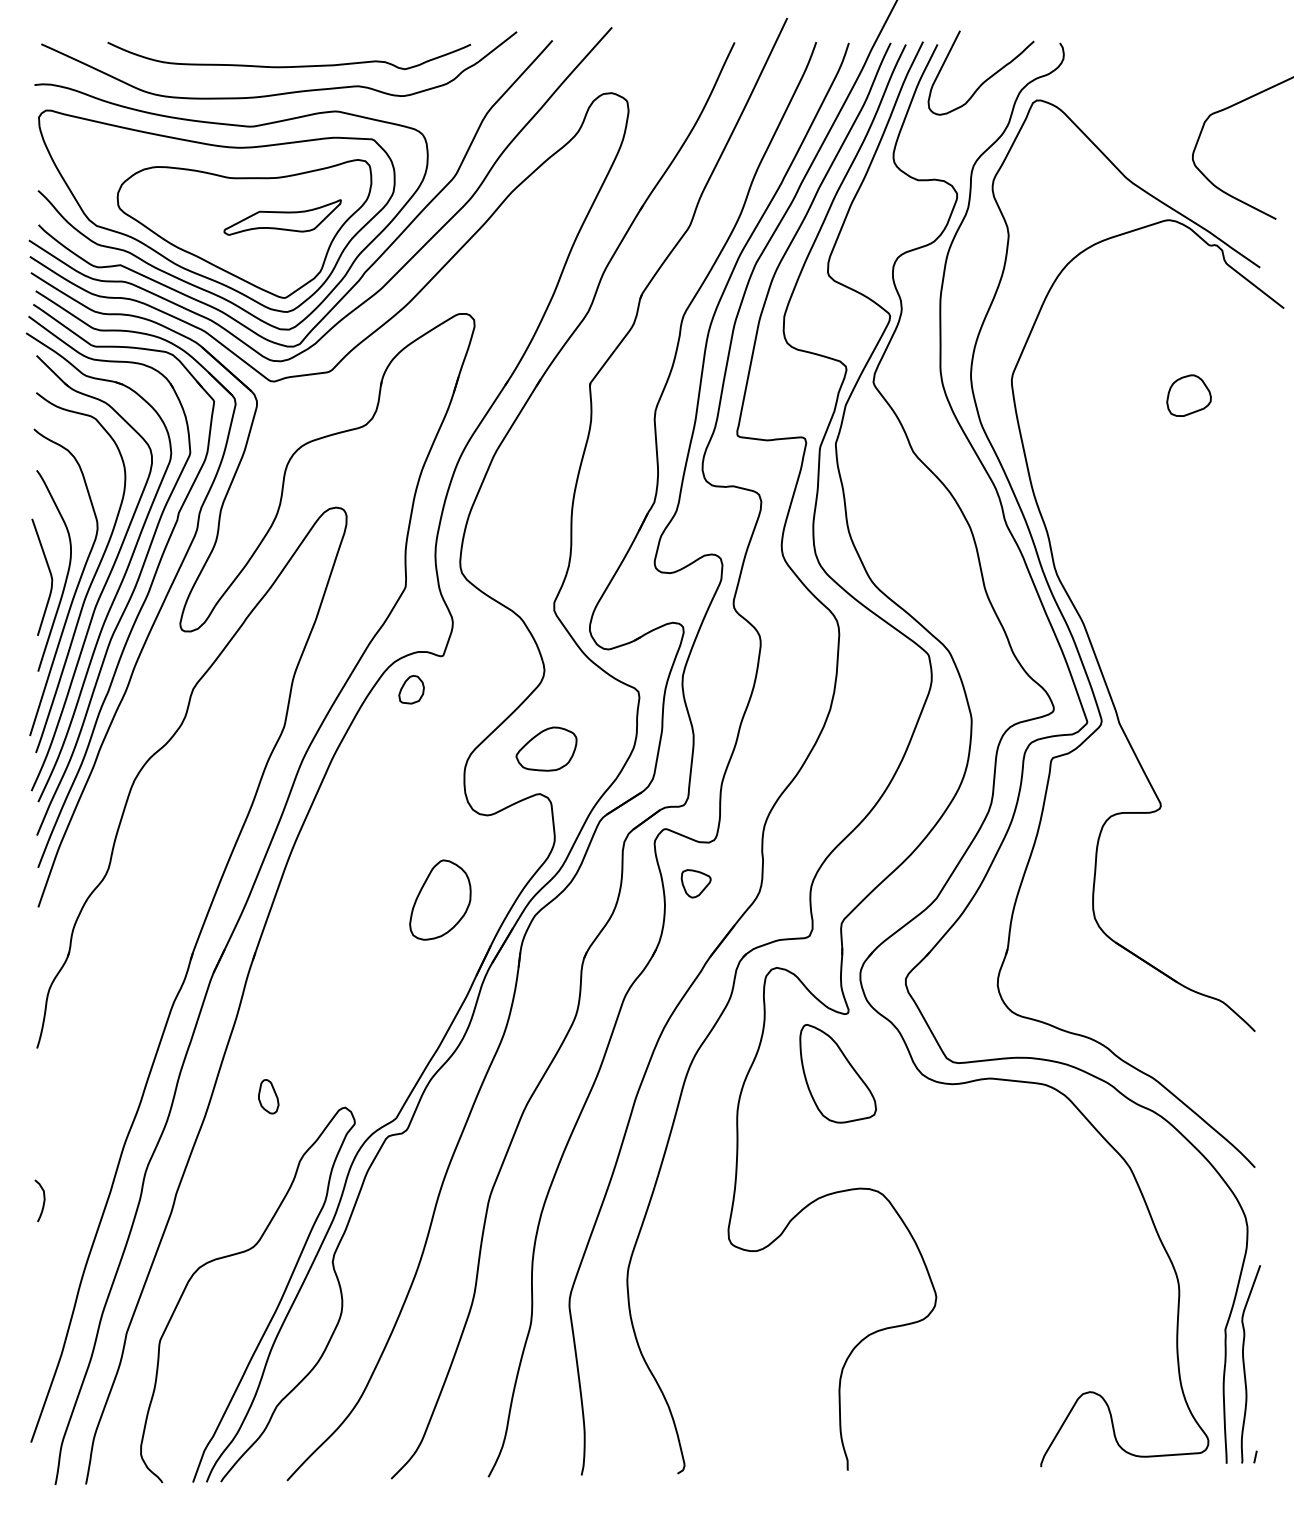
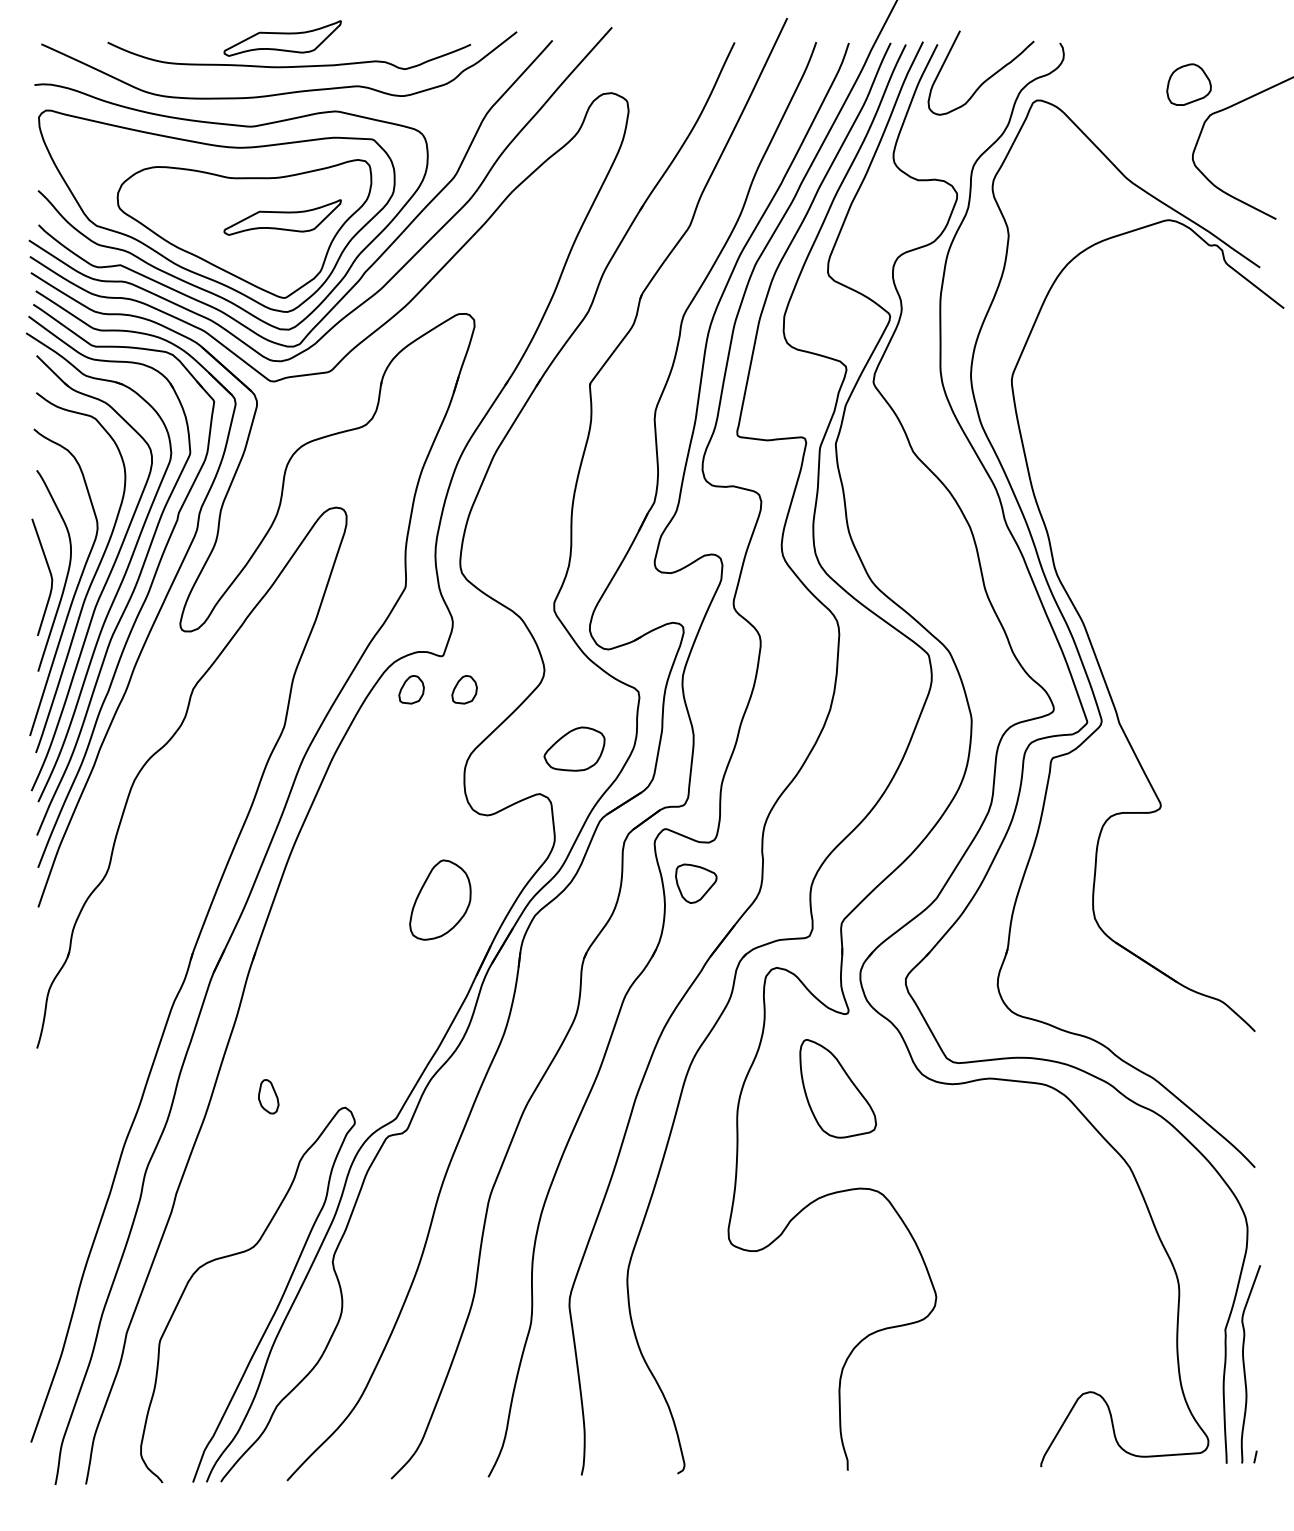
part at (282, 38): none -> present
part at (1188, 395) position: (1188, 395) -> (1188, 84)
part at (464, 689): none -> present
part at (546, 748) position: (546, 748) -> (574, 748)
part at (695, 883) size: 32x30 px -> 43x41 px
part at (837, 1073) position: (837, 1073) -> (837, 1088)
curve at (43, 1200): present -> none
